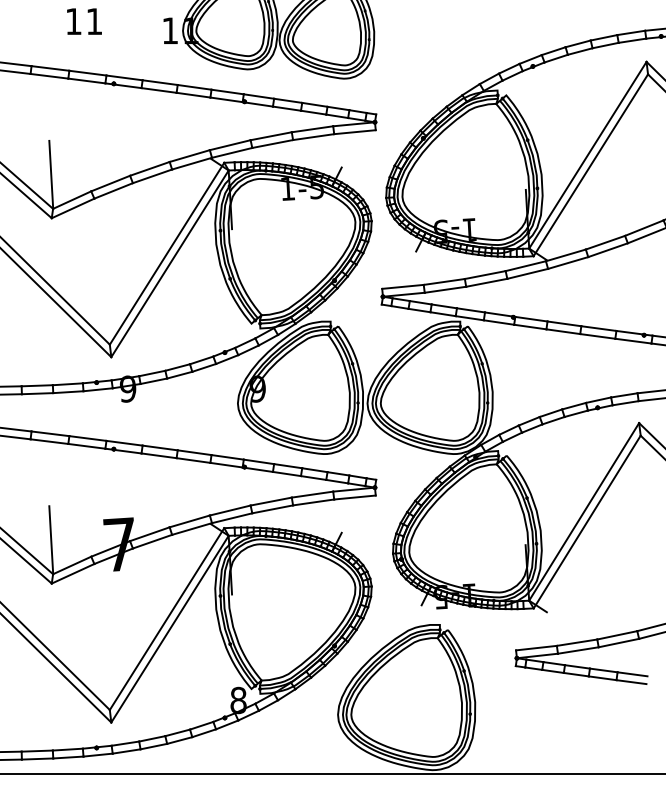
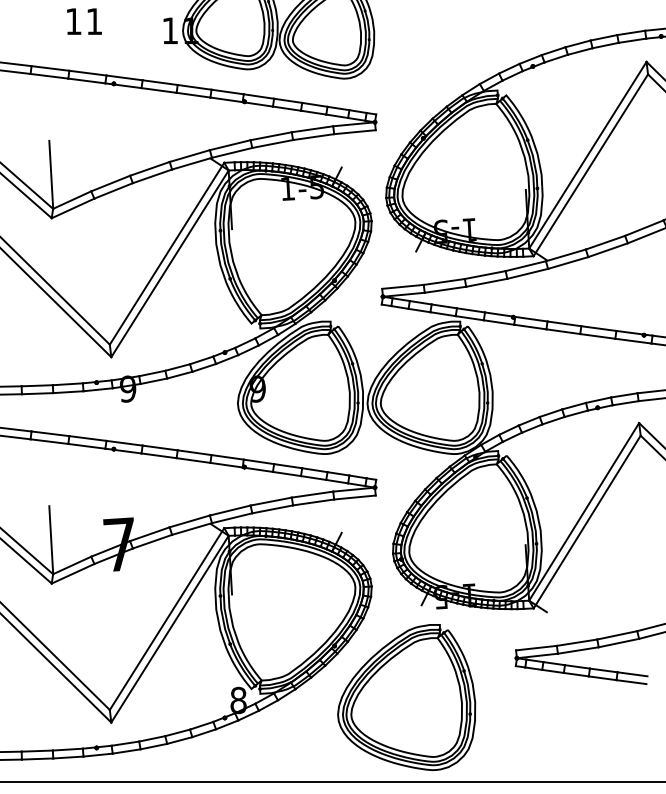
line at (332, 773) position: (332, 773) -> (332, 781)
